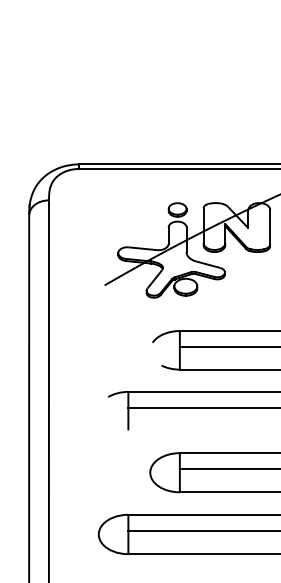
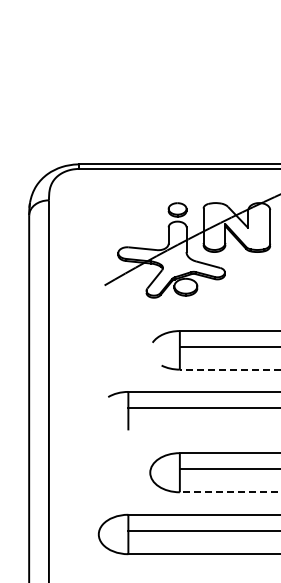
line at (229, 369): solid -> dashed
line at (229, 492): solid -> dashed
